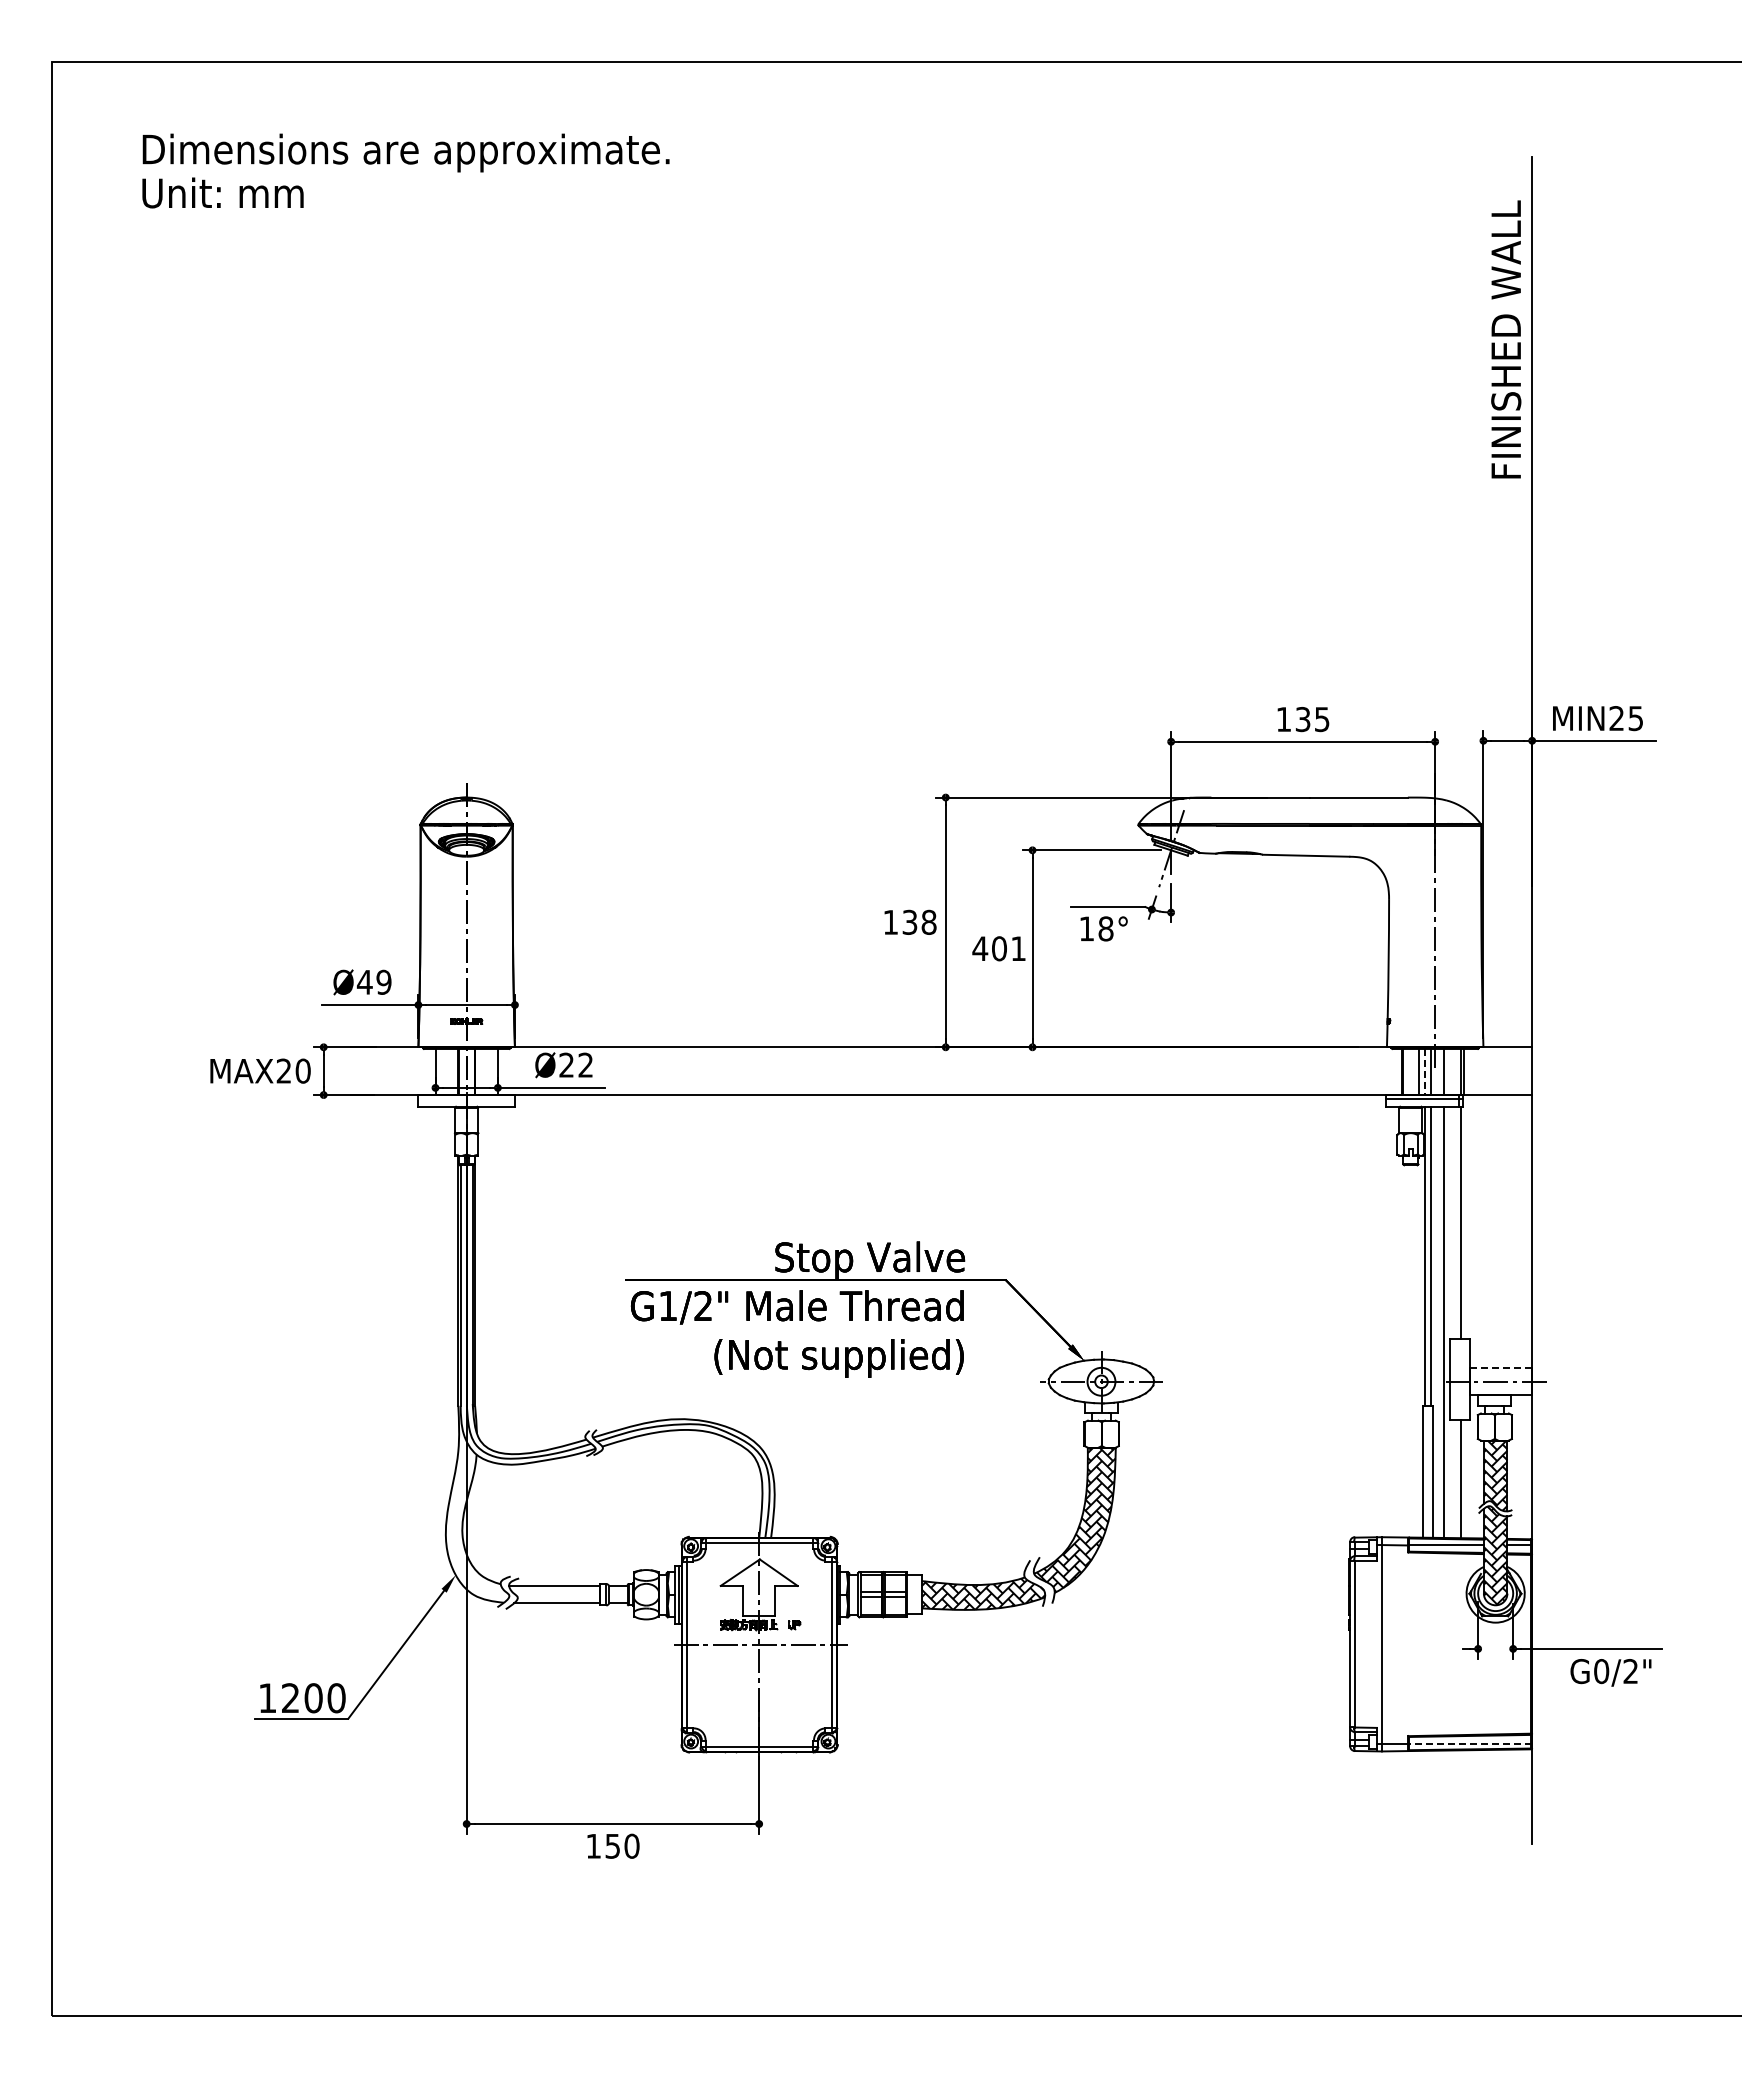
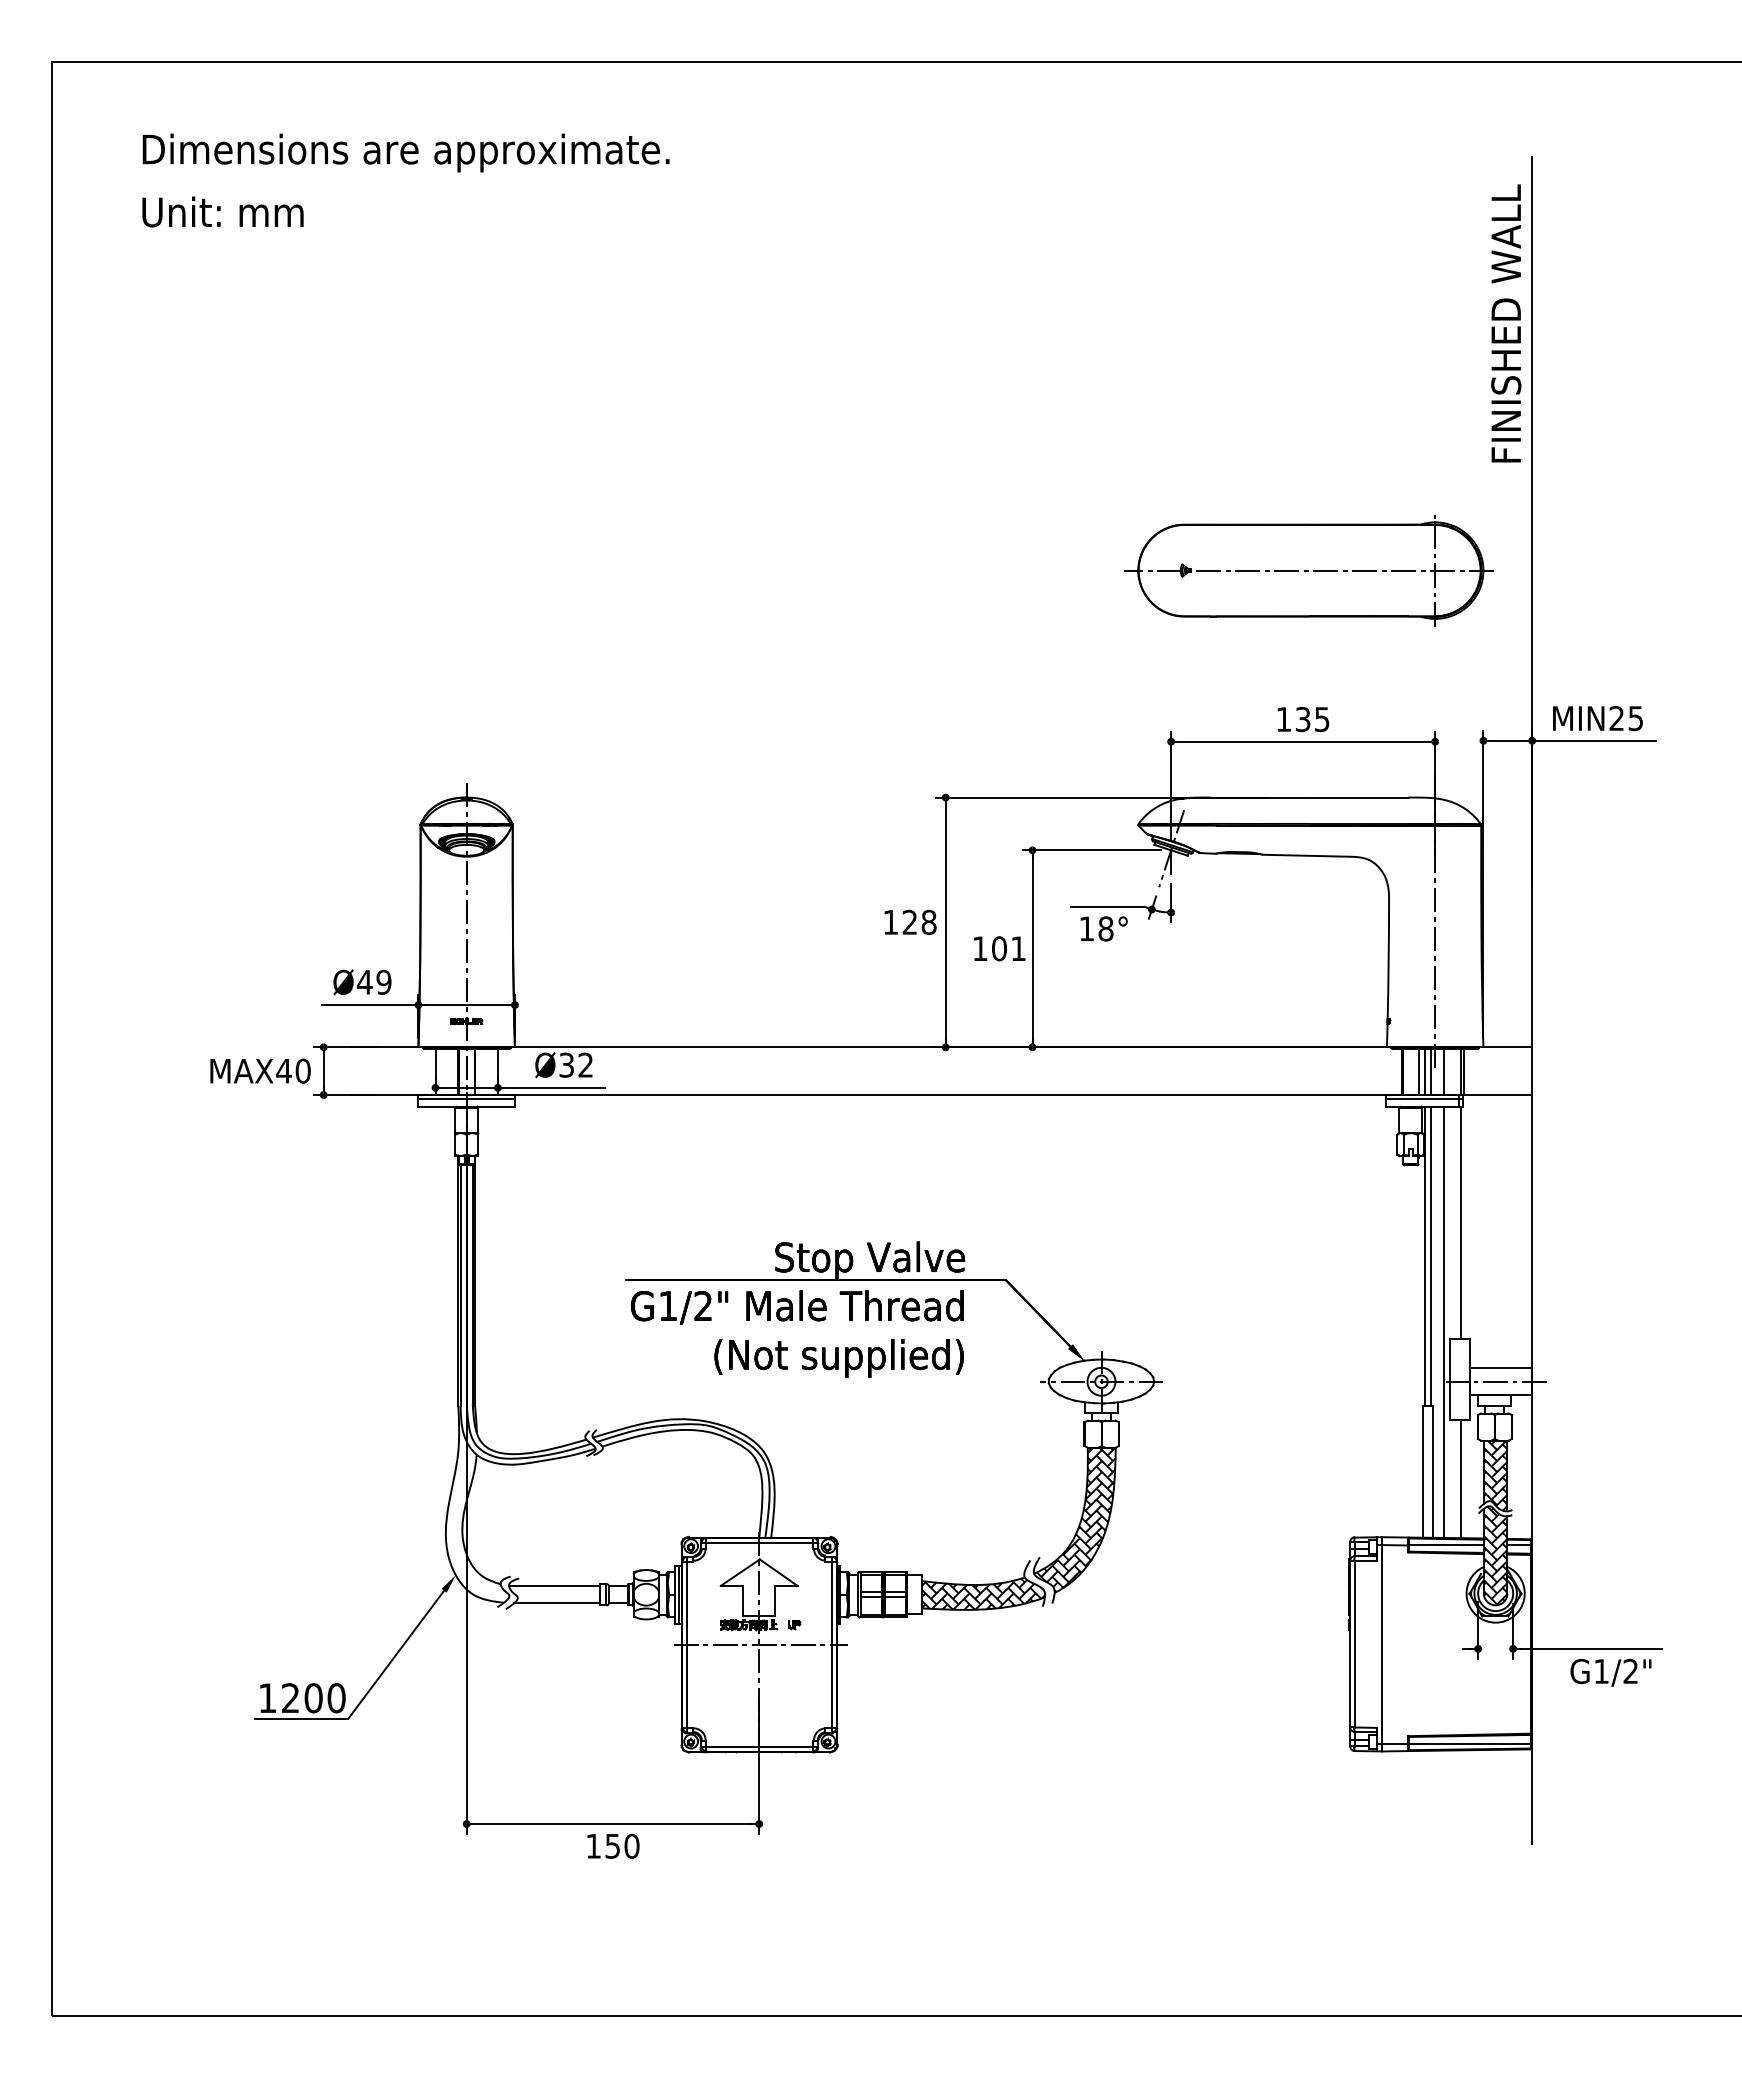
text at (222, 192) position: (222, 192) -> (222, 211)
text at (1506, 339) position: (1506, 339) -> (1506, 323)
part at (1308, 570): none -> present
text at (909, 922): 138 -> 128
text at (980, 948): 401 -> 101
text at (566, 1065): Ø22 -> Ø32
text at (283, 1070): MAX20 -> MAX40
line at (1425, 1072): dashed -> solid
line at (466, 1098): none -> present
line at (1501, 1368): dashed -> solid
text at (1601, 1671): G0/2" -> G1/2"
line at (1470, 1743): dashed -> solid
